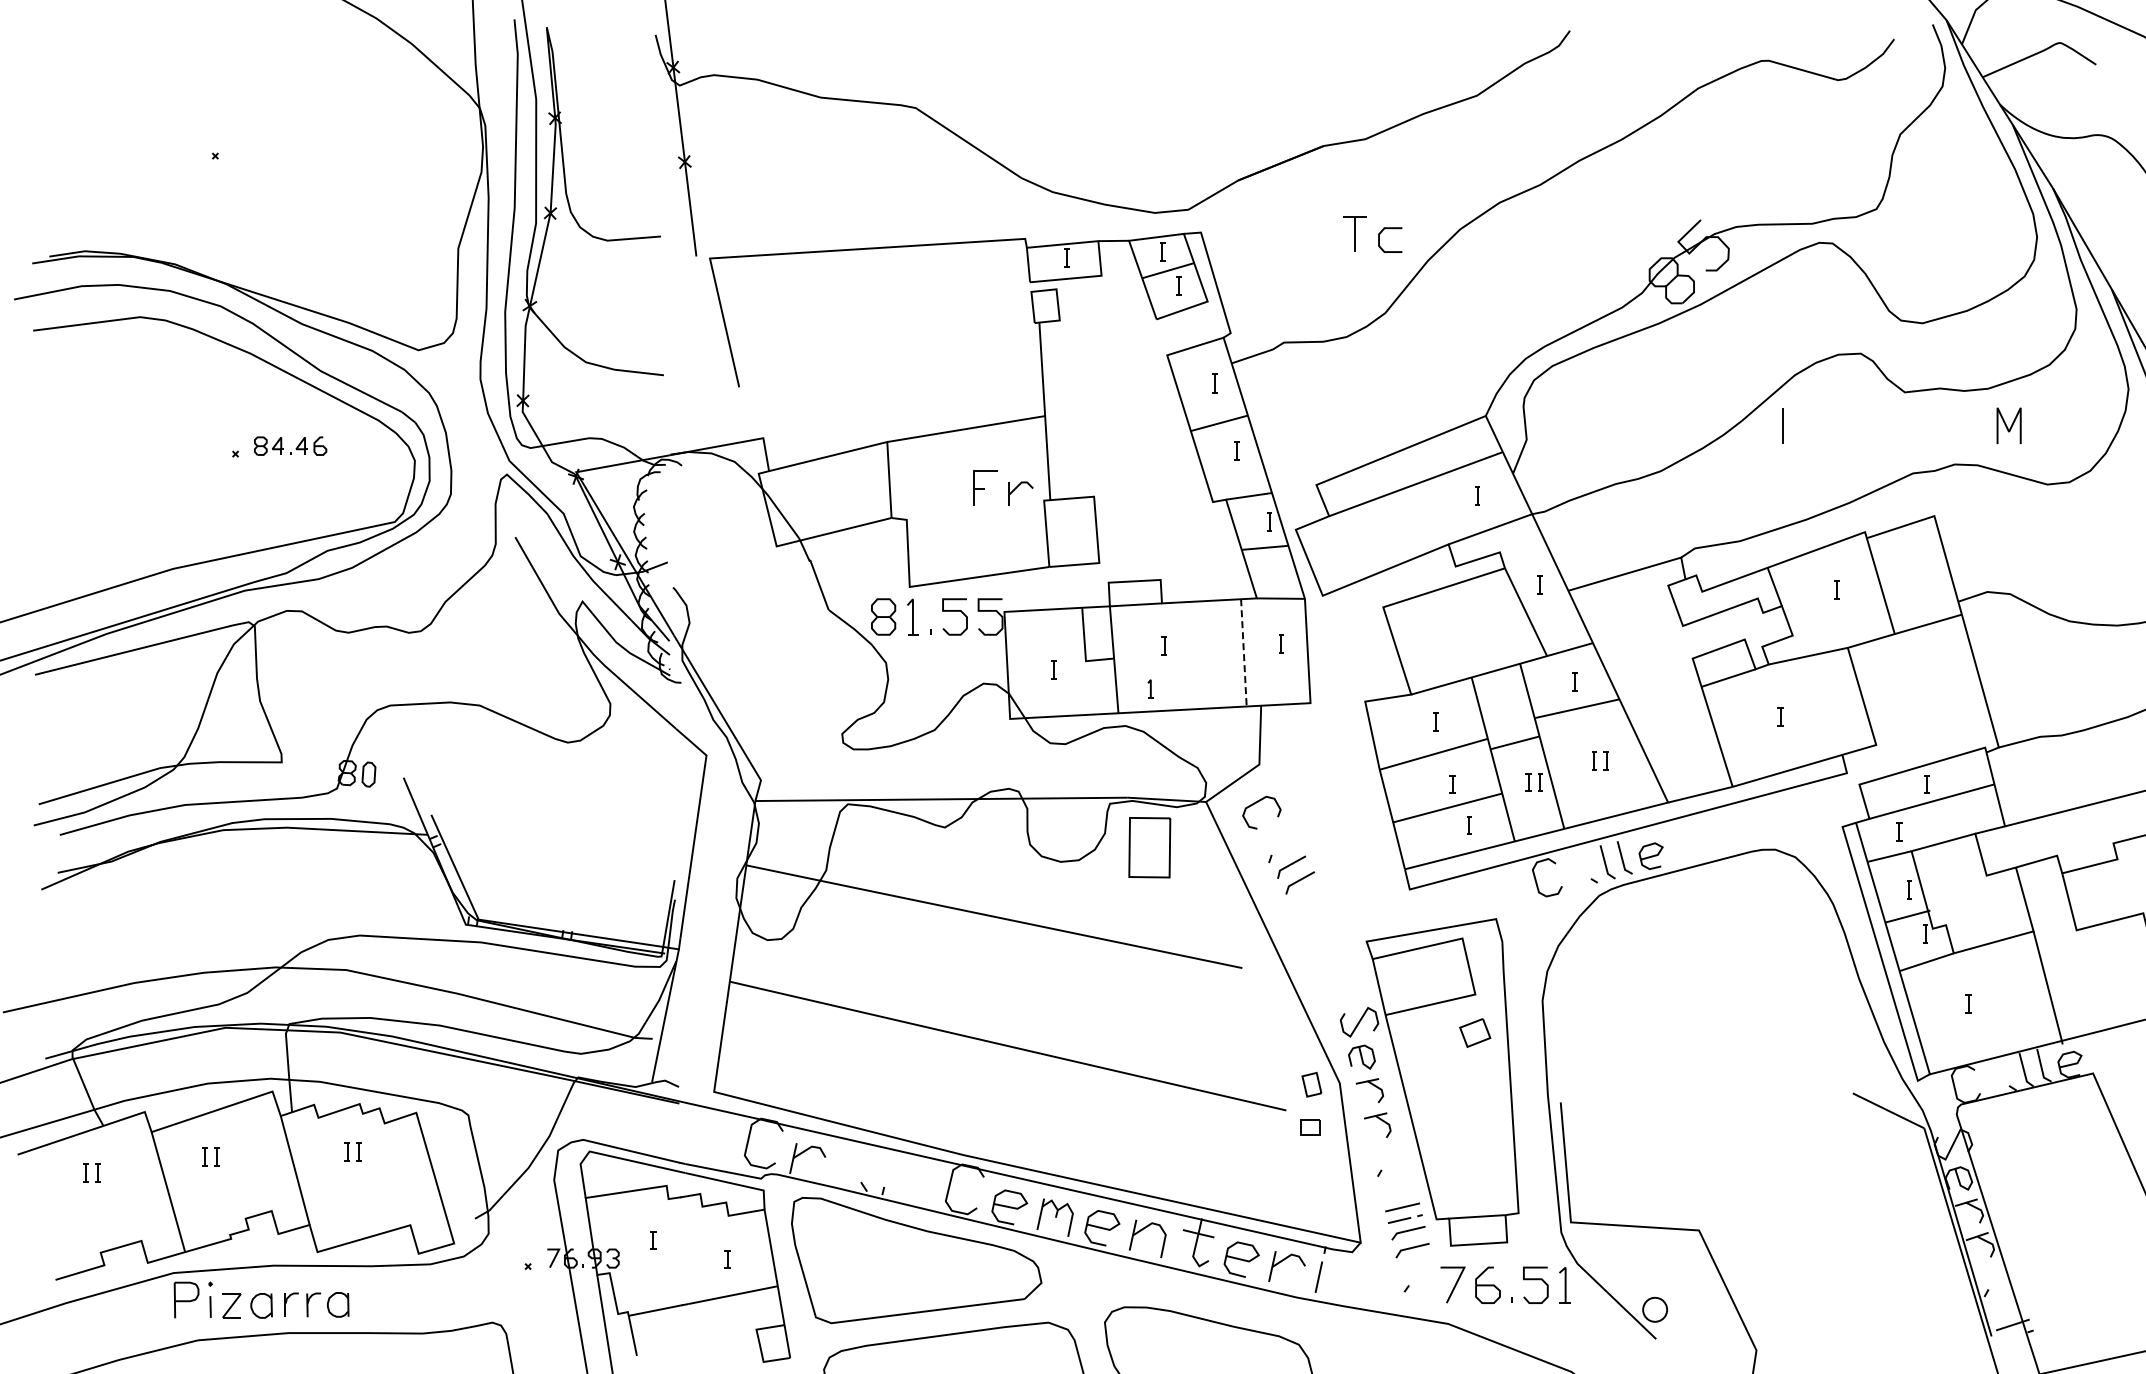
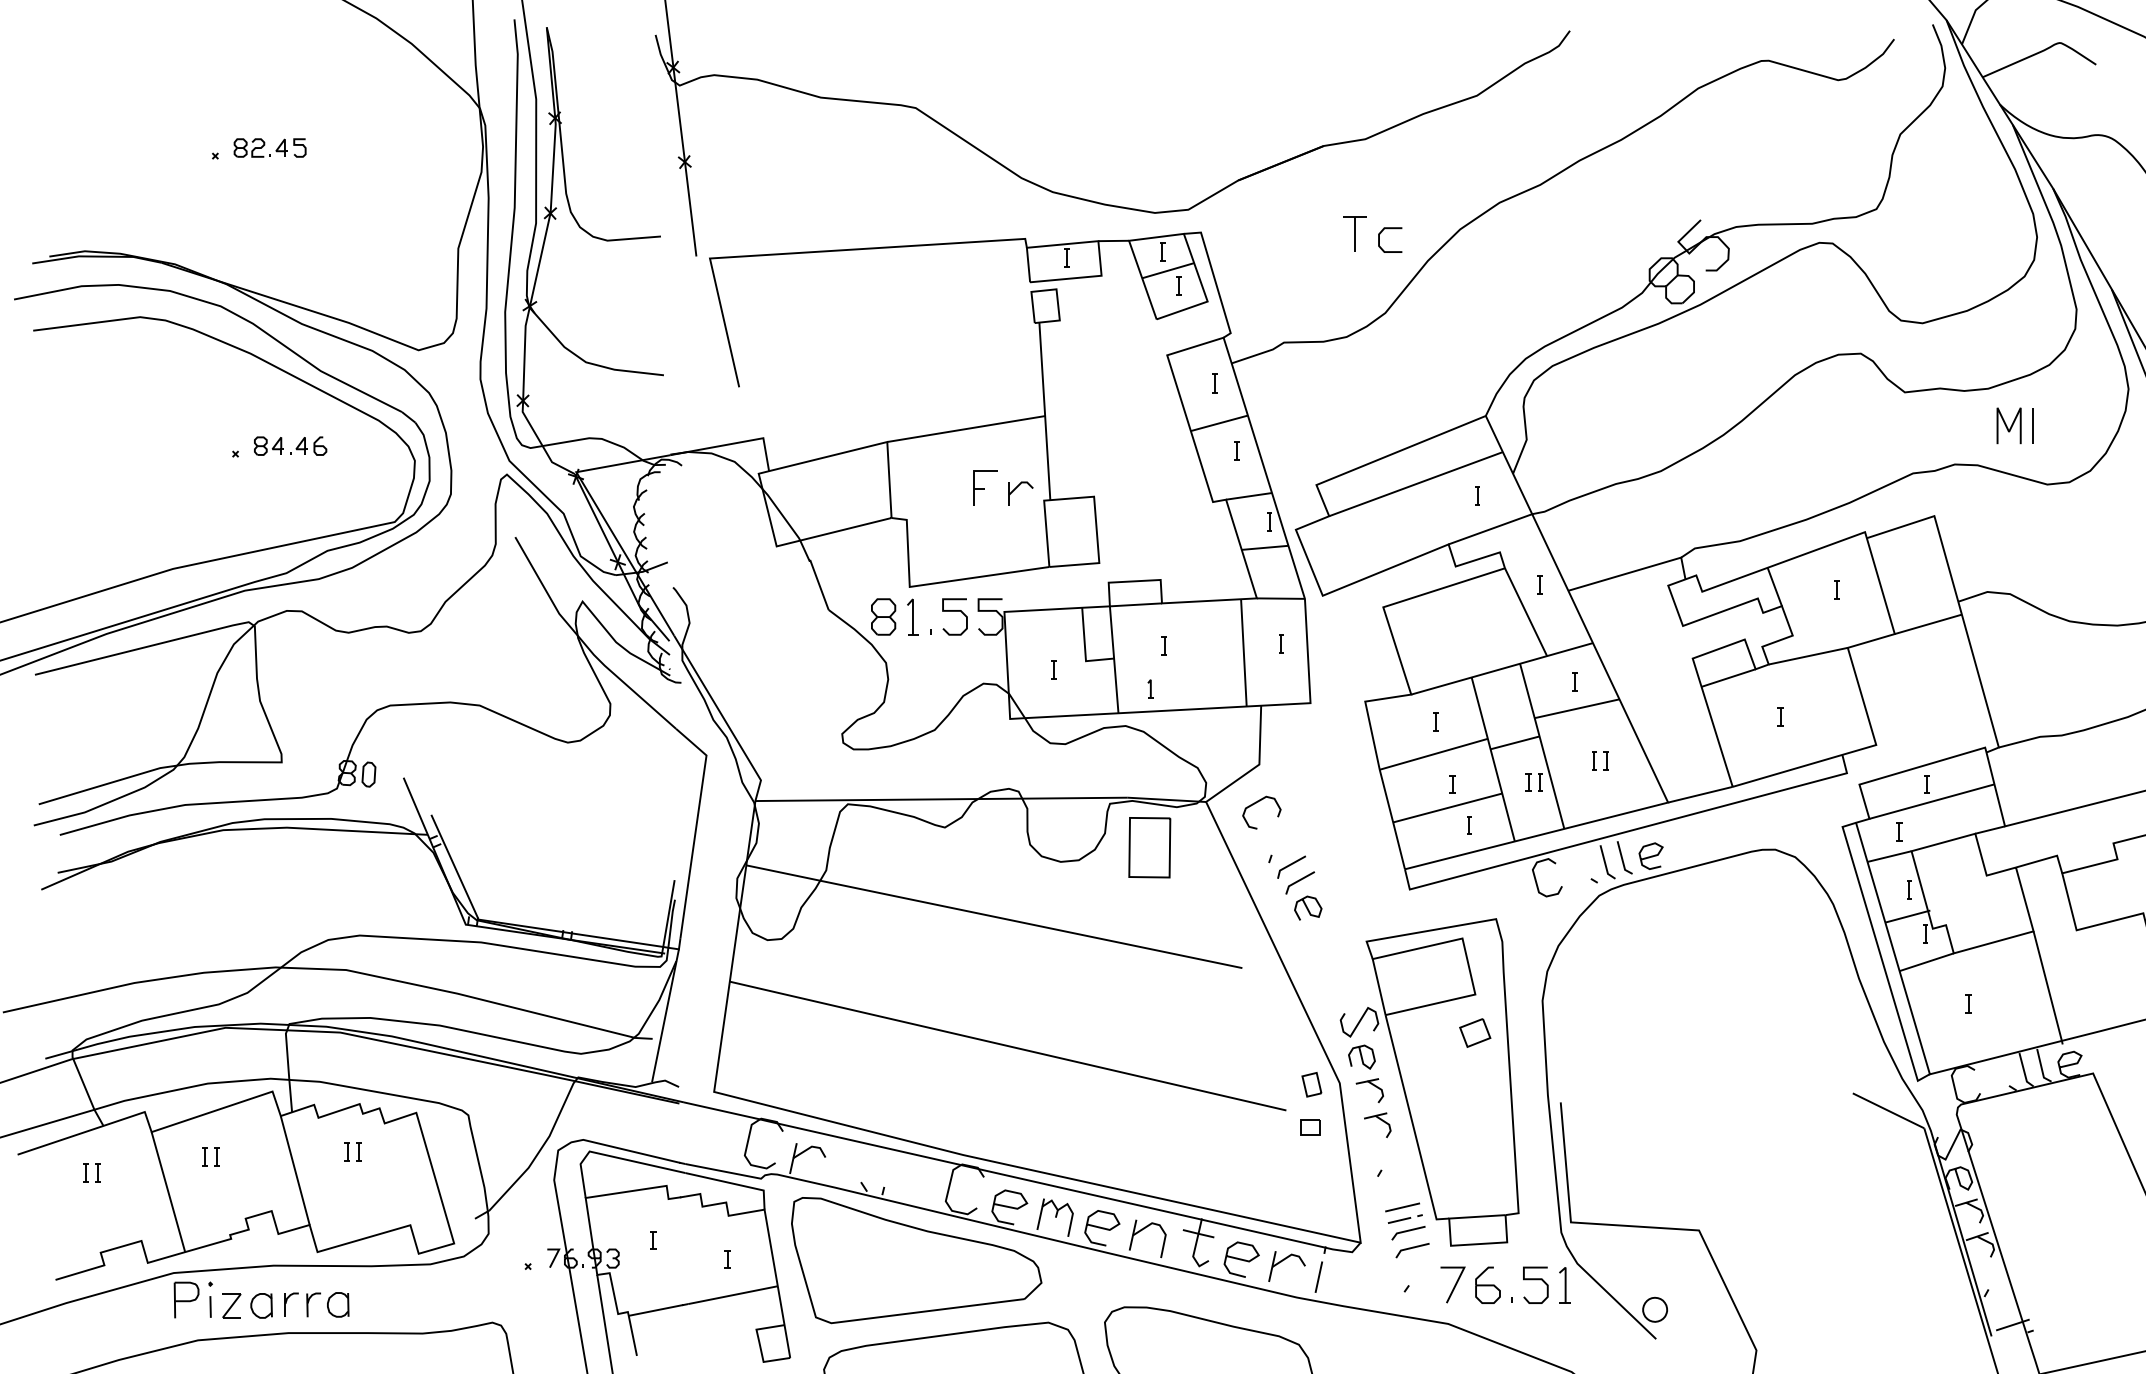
part at (269, 147): none -> present
line at (1782, 425) position: (1782, 425) -> (2032, 425)
line at (1243, 652): dashed -> solid
curve at (1307, 907): none -> present
